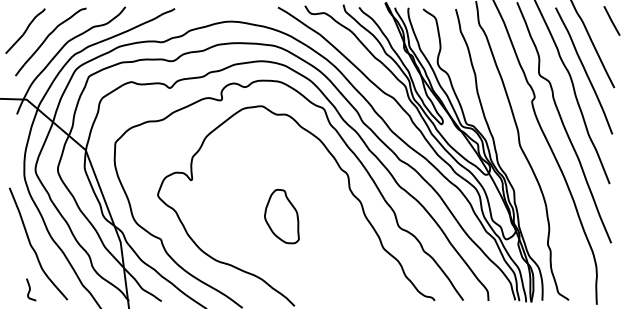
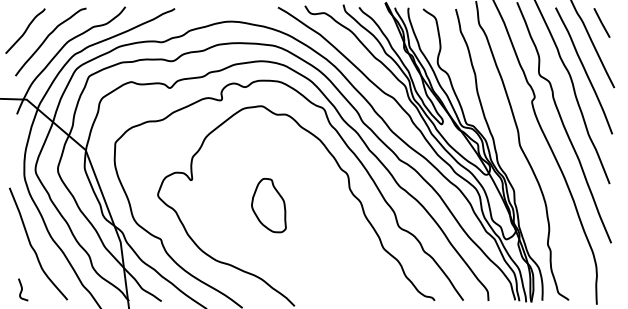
line at (611, 20) position: (611, 20) -> (601, 22)
part at (281, 216) position: (281, 216) -> (268, 205)
curve at (30, 289) position: (30, 289) -> (22, 289)
